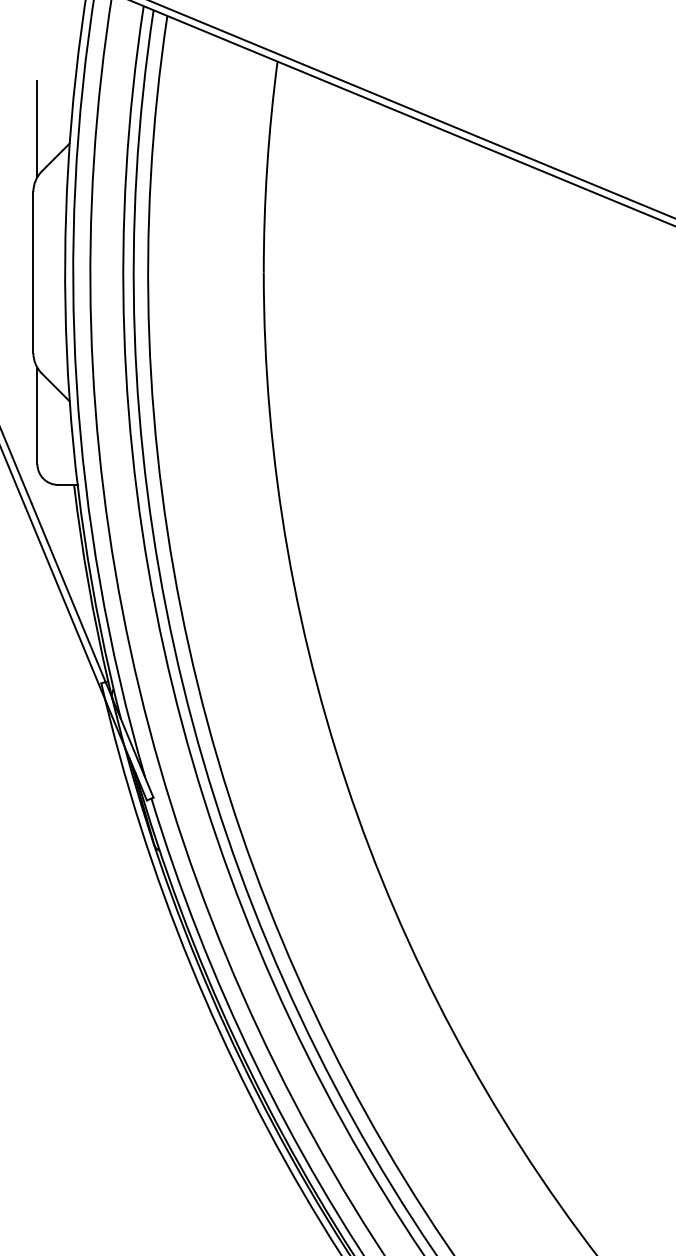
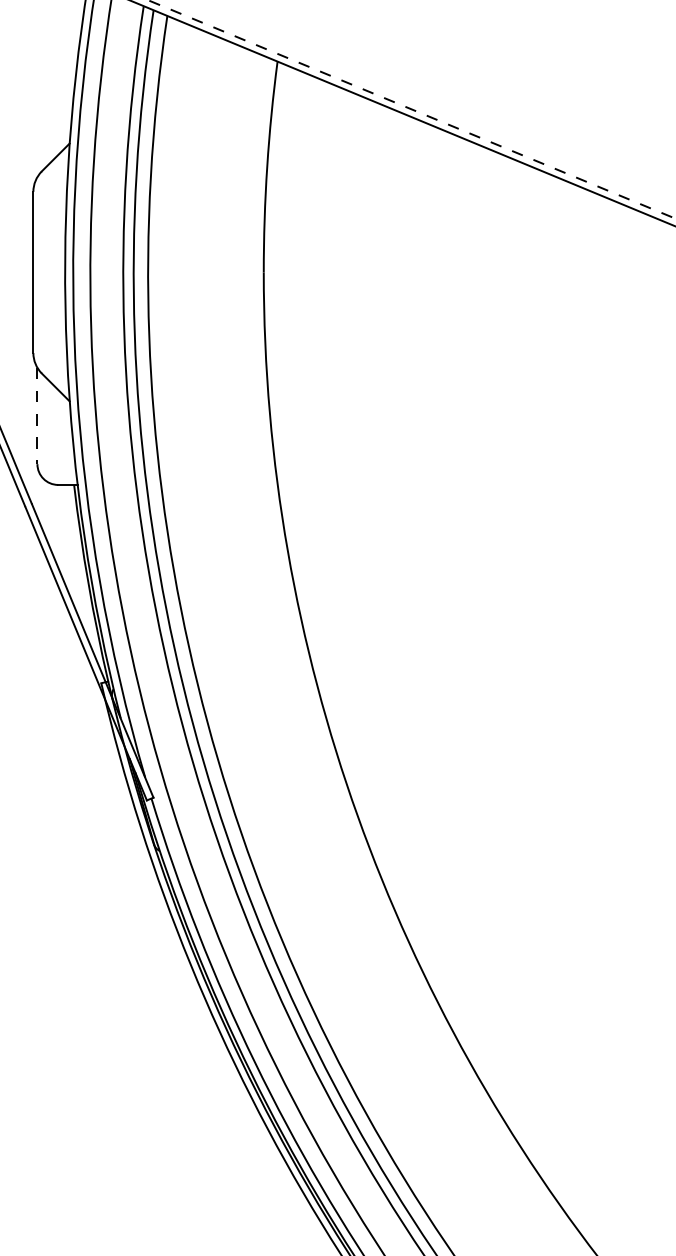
line at (411, 109): solid -> dashed
line at (37, 128): present -> none
line at (37, 416): solid -> dashed
